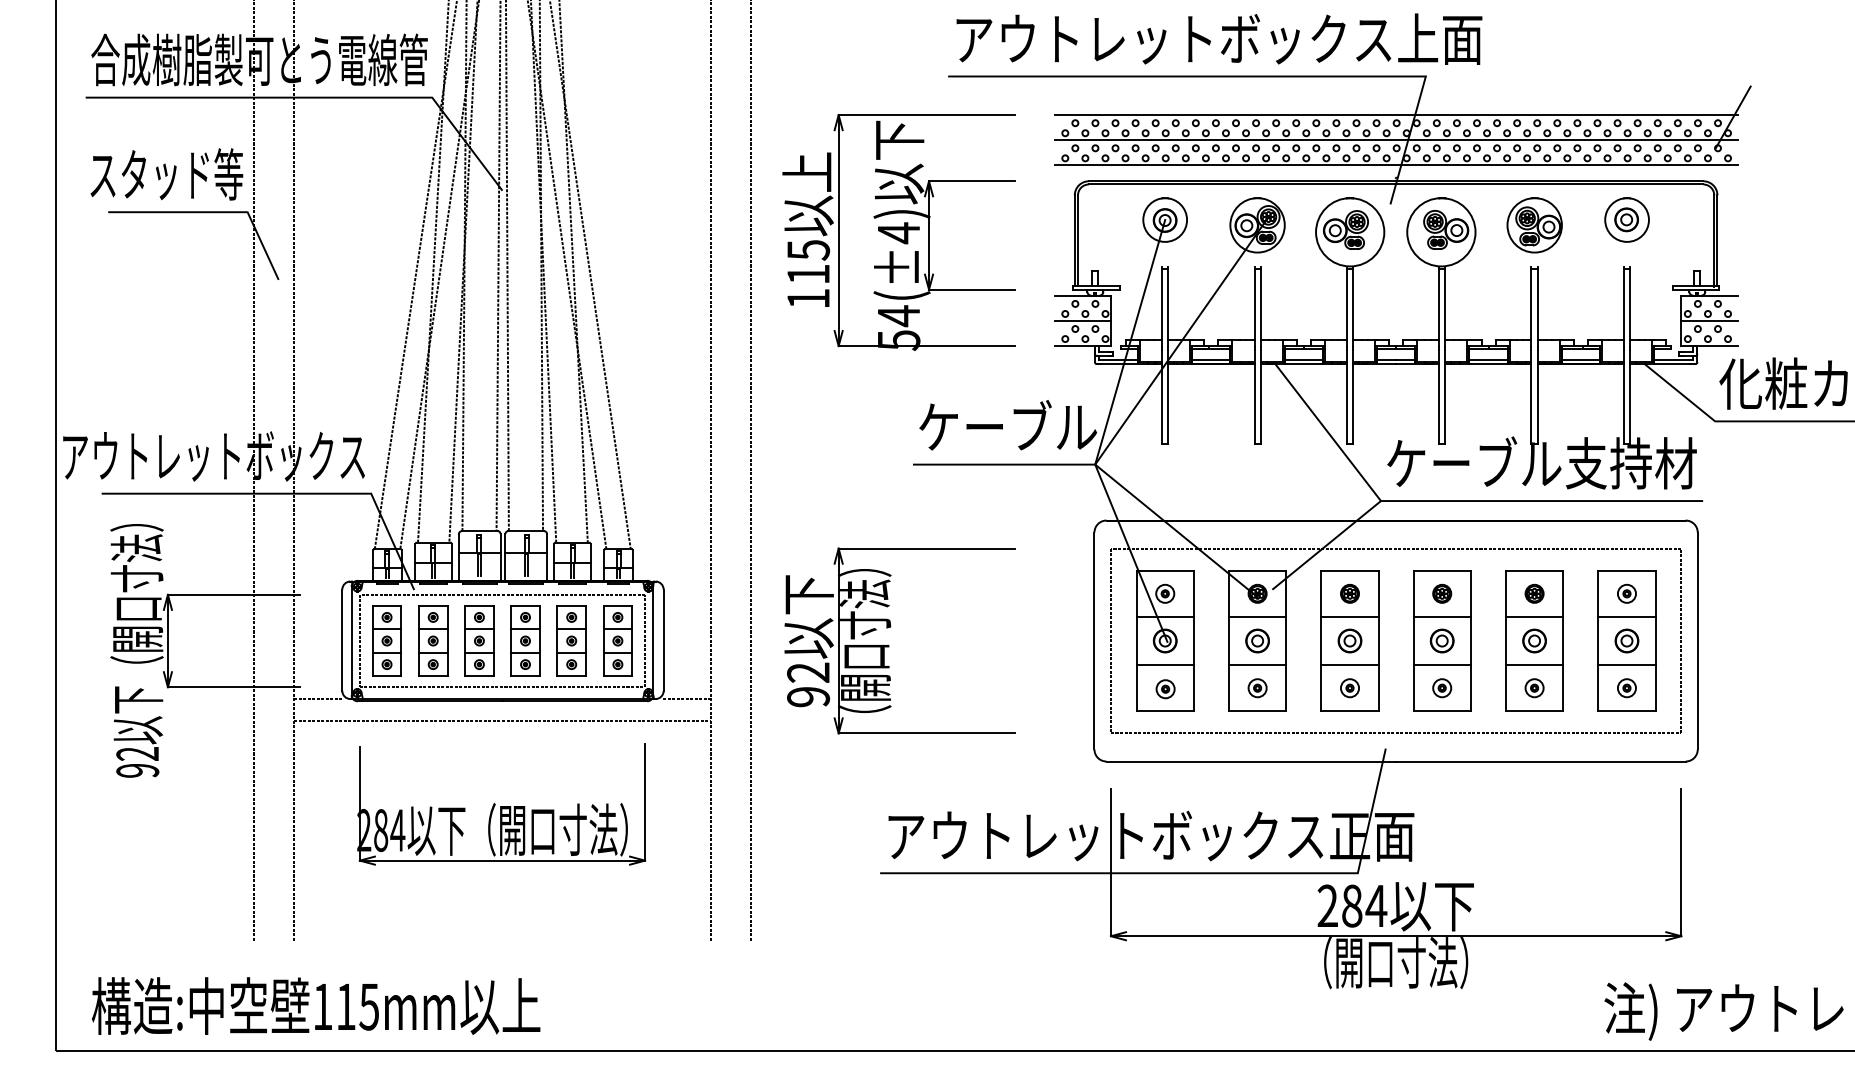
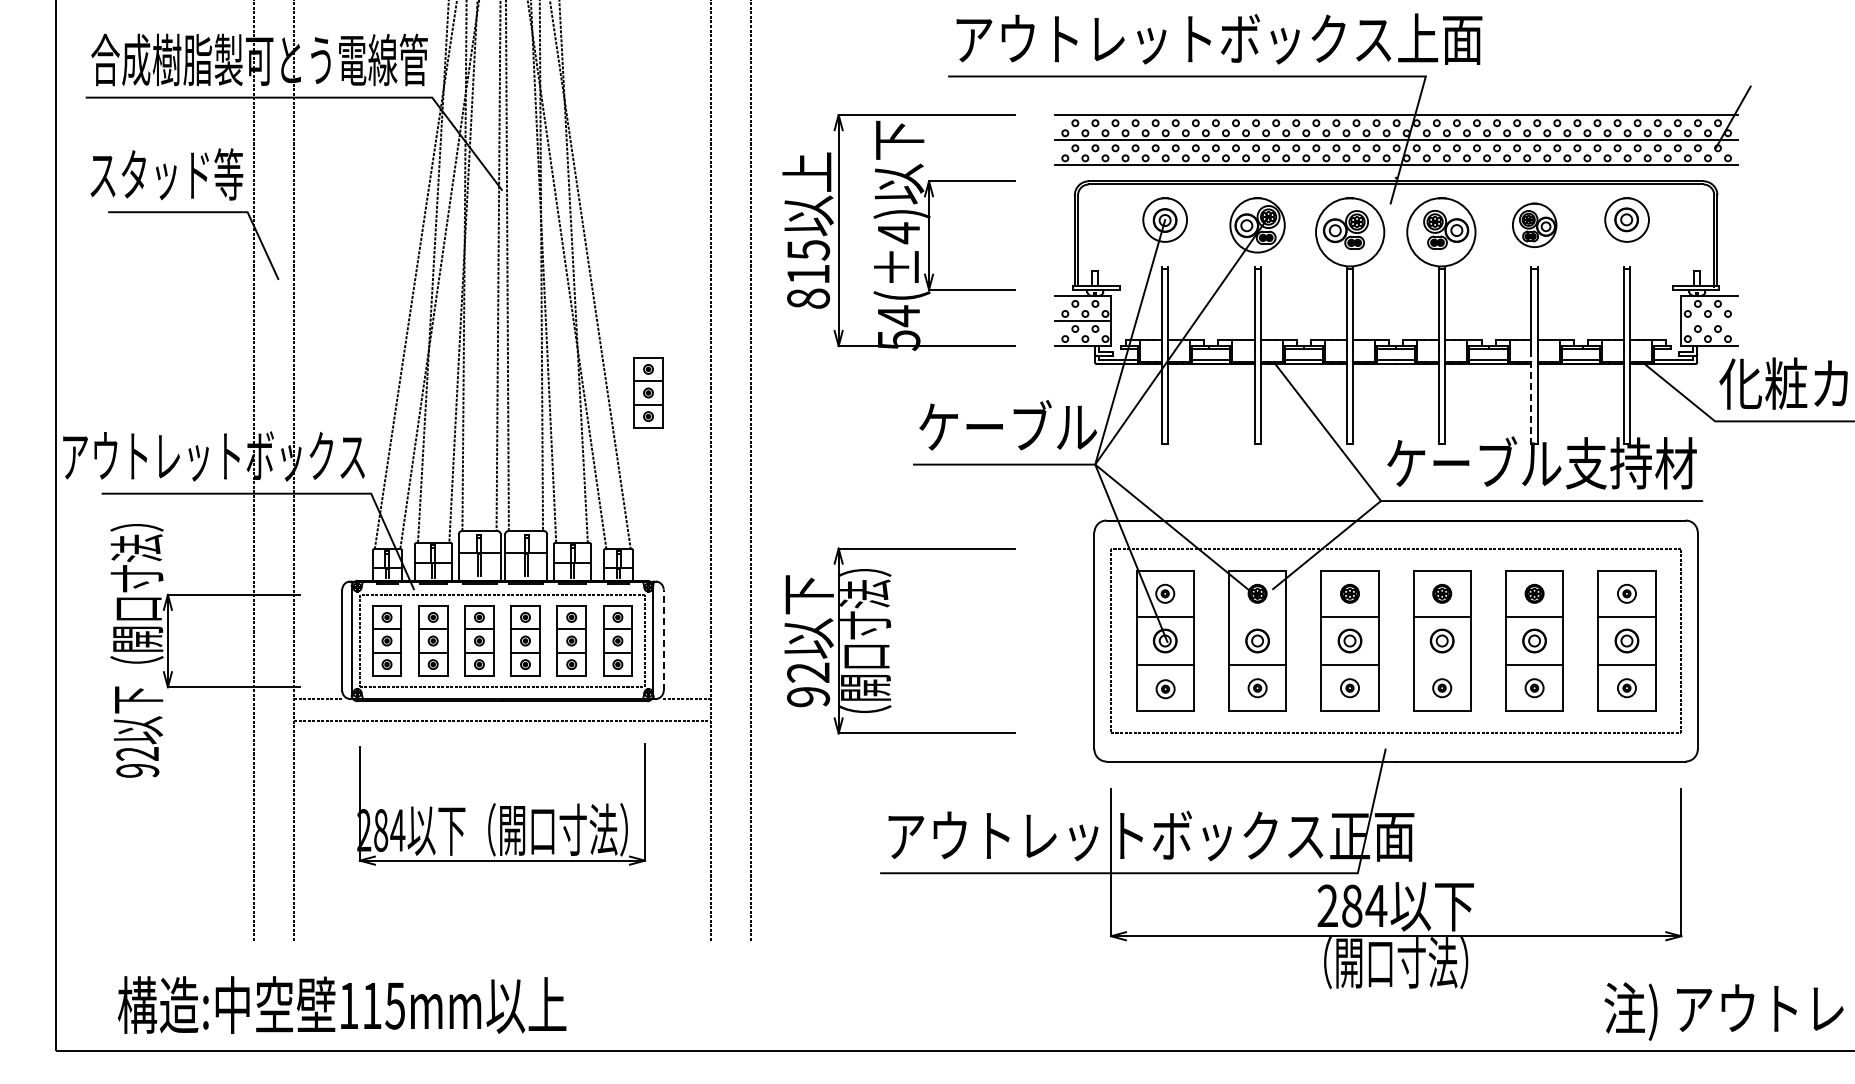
part at (1534, 225) size: 57x57 px -> 46x46 px
text at (808, 298): 115 -> 815
line at (1709, 320): present -> none
part at (648, 392): none -> present
line at (1531, 397): solid -> dashed
line at (1257, 616): present -> none
line at (663, 640): solid -> dashed
line at (1441, 665): present -> none
text at (316, 1005) position: (316, 1005) -> (342, 1004)
